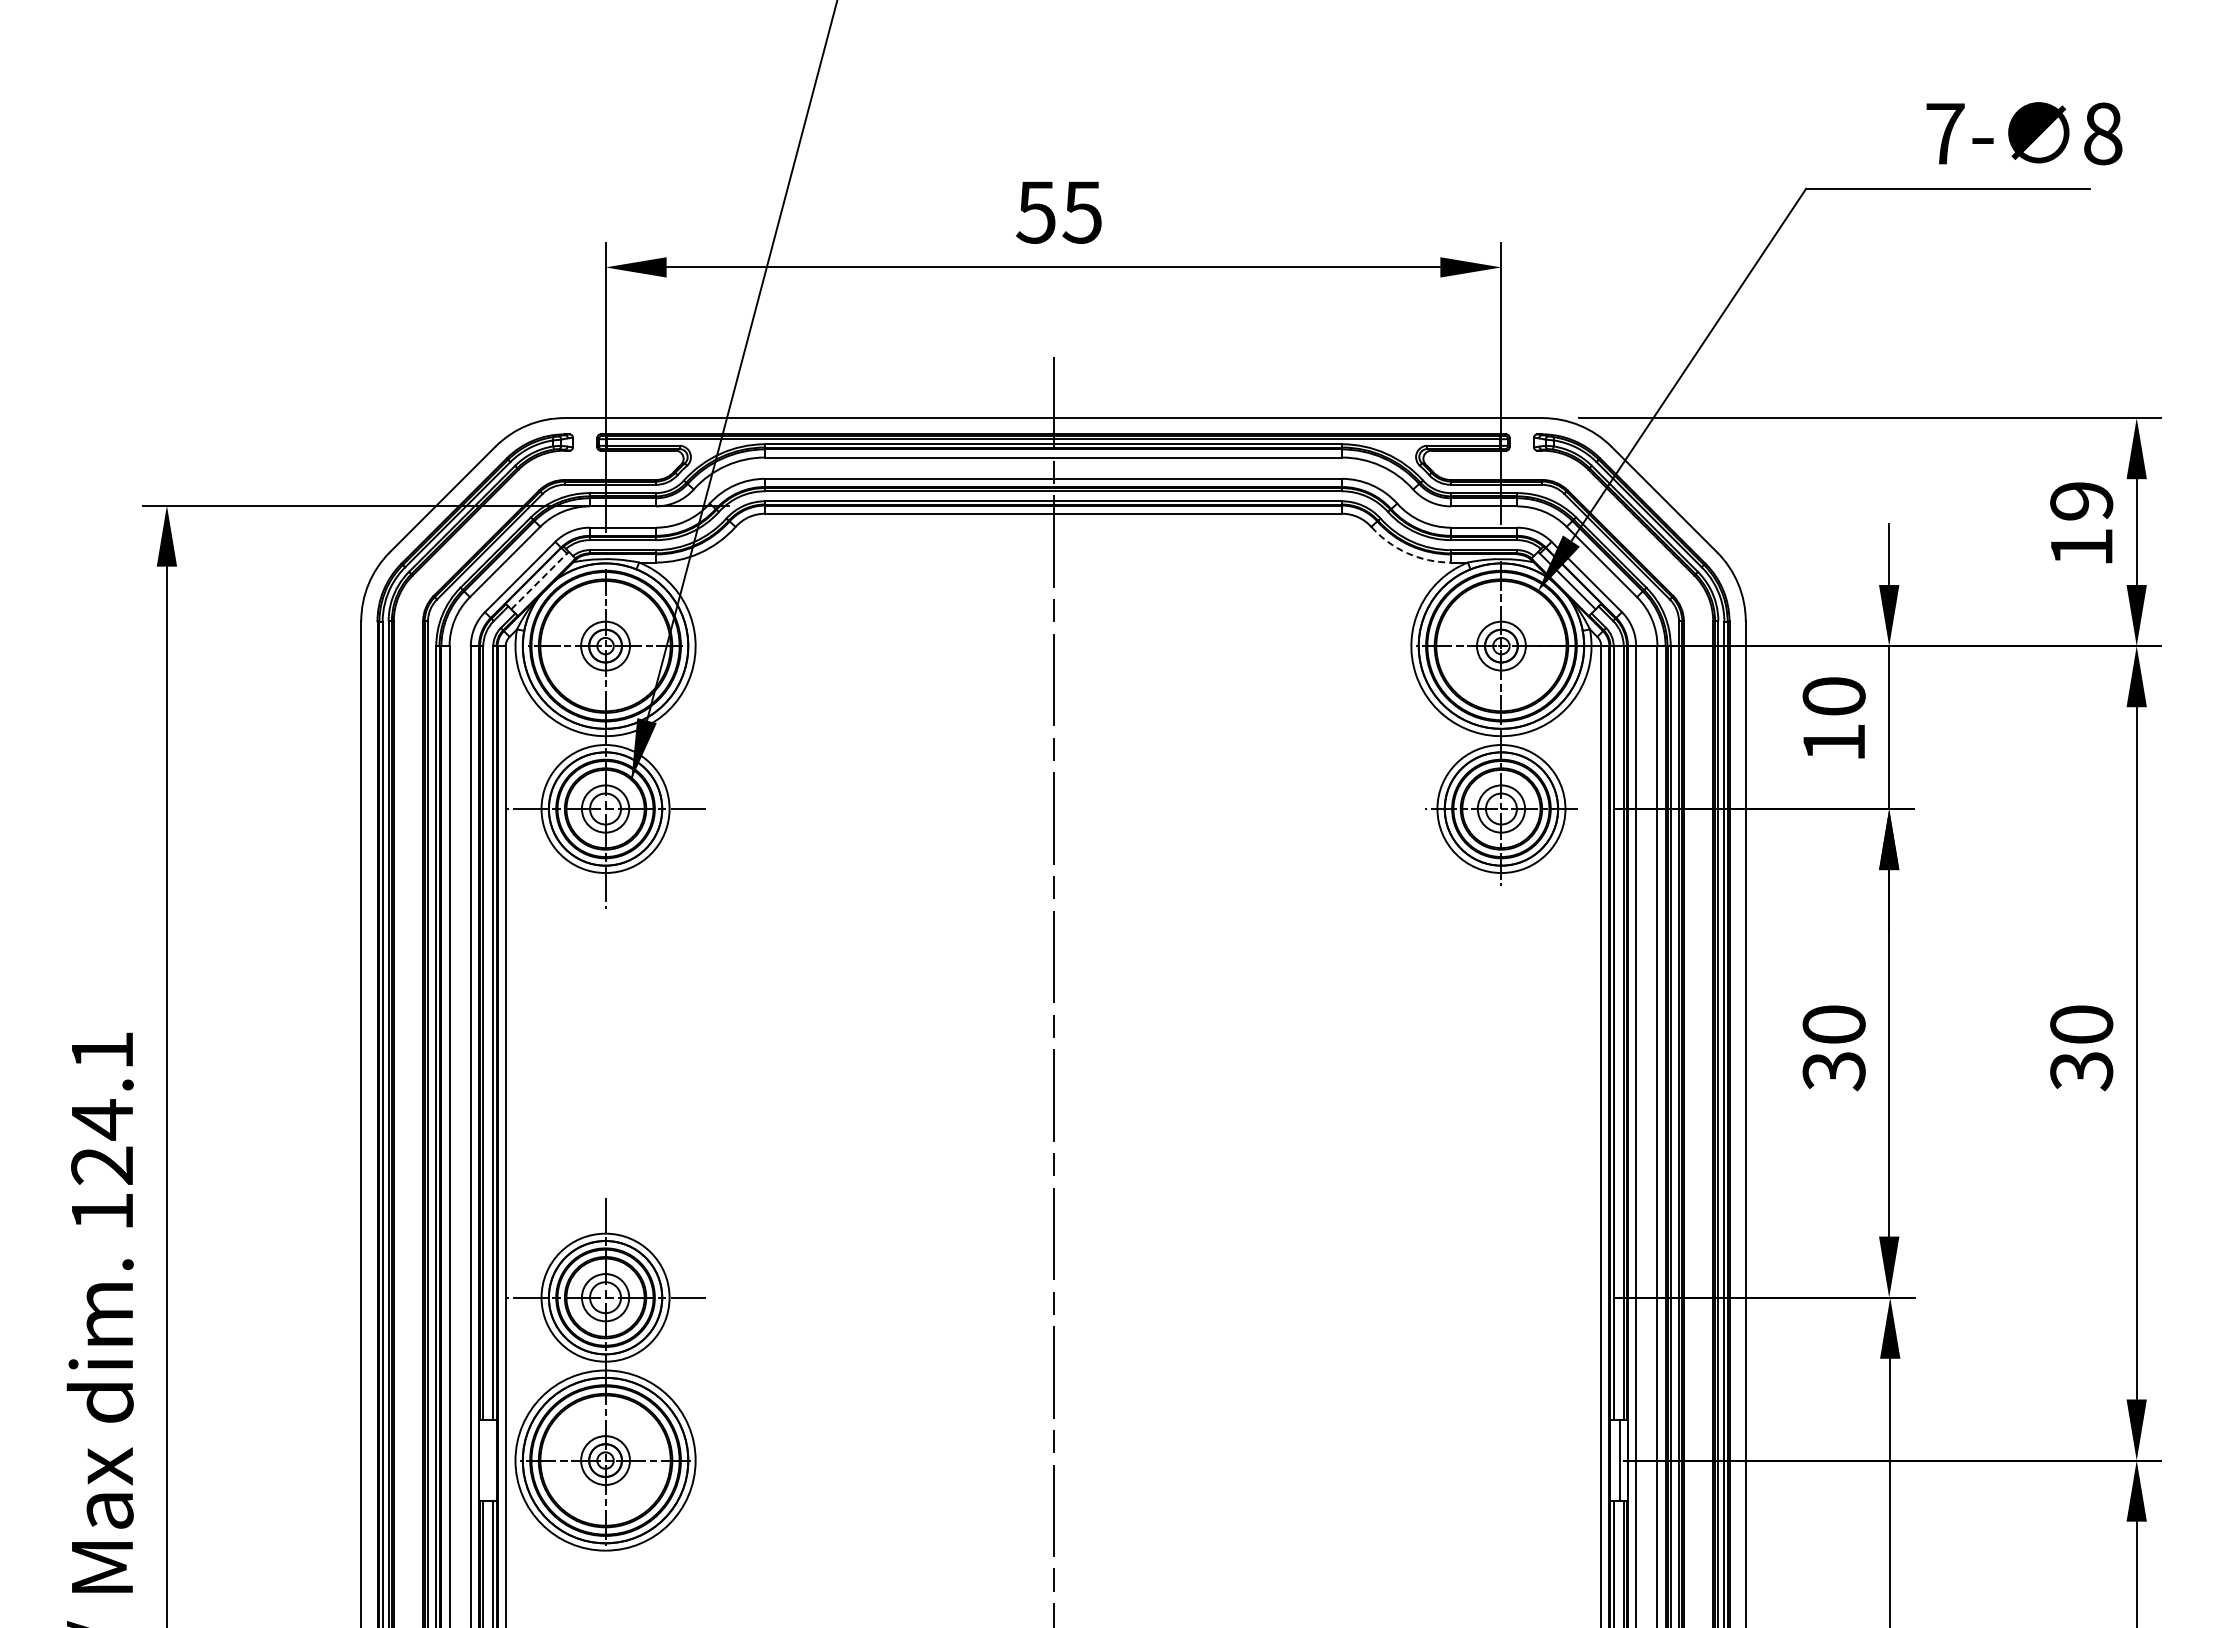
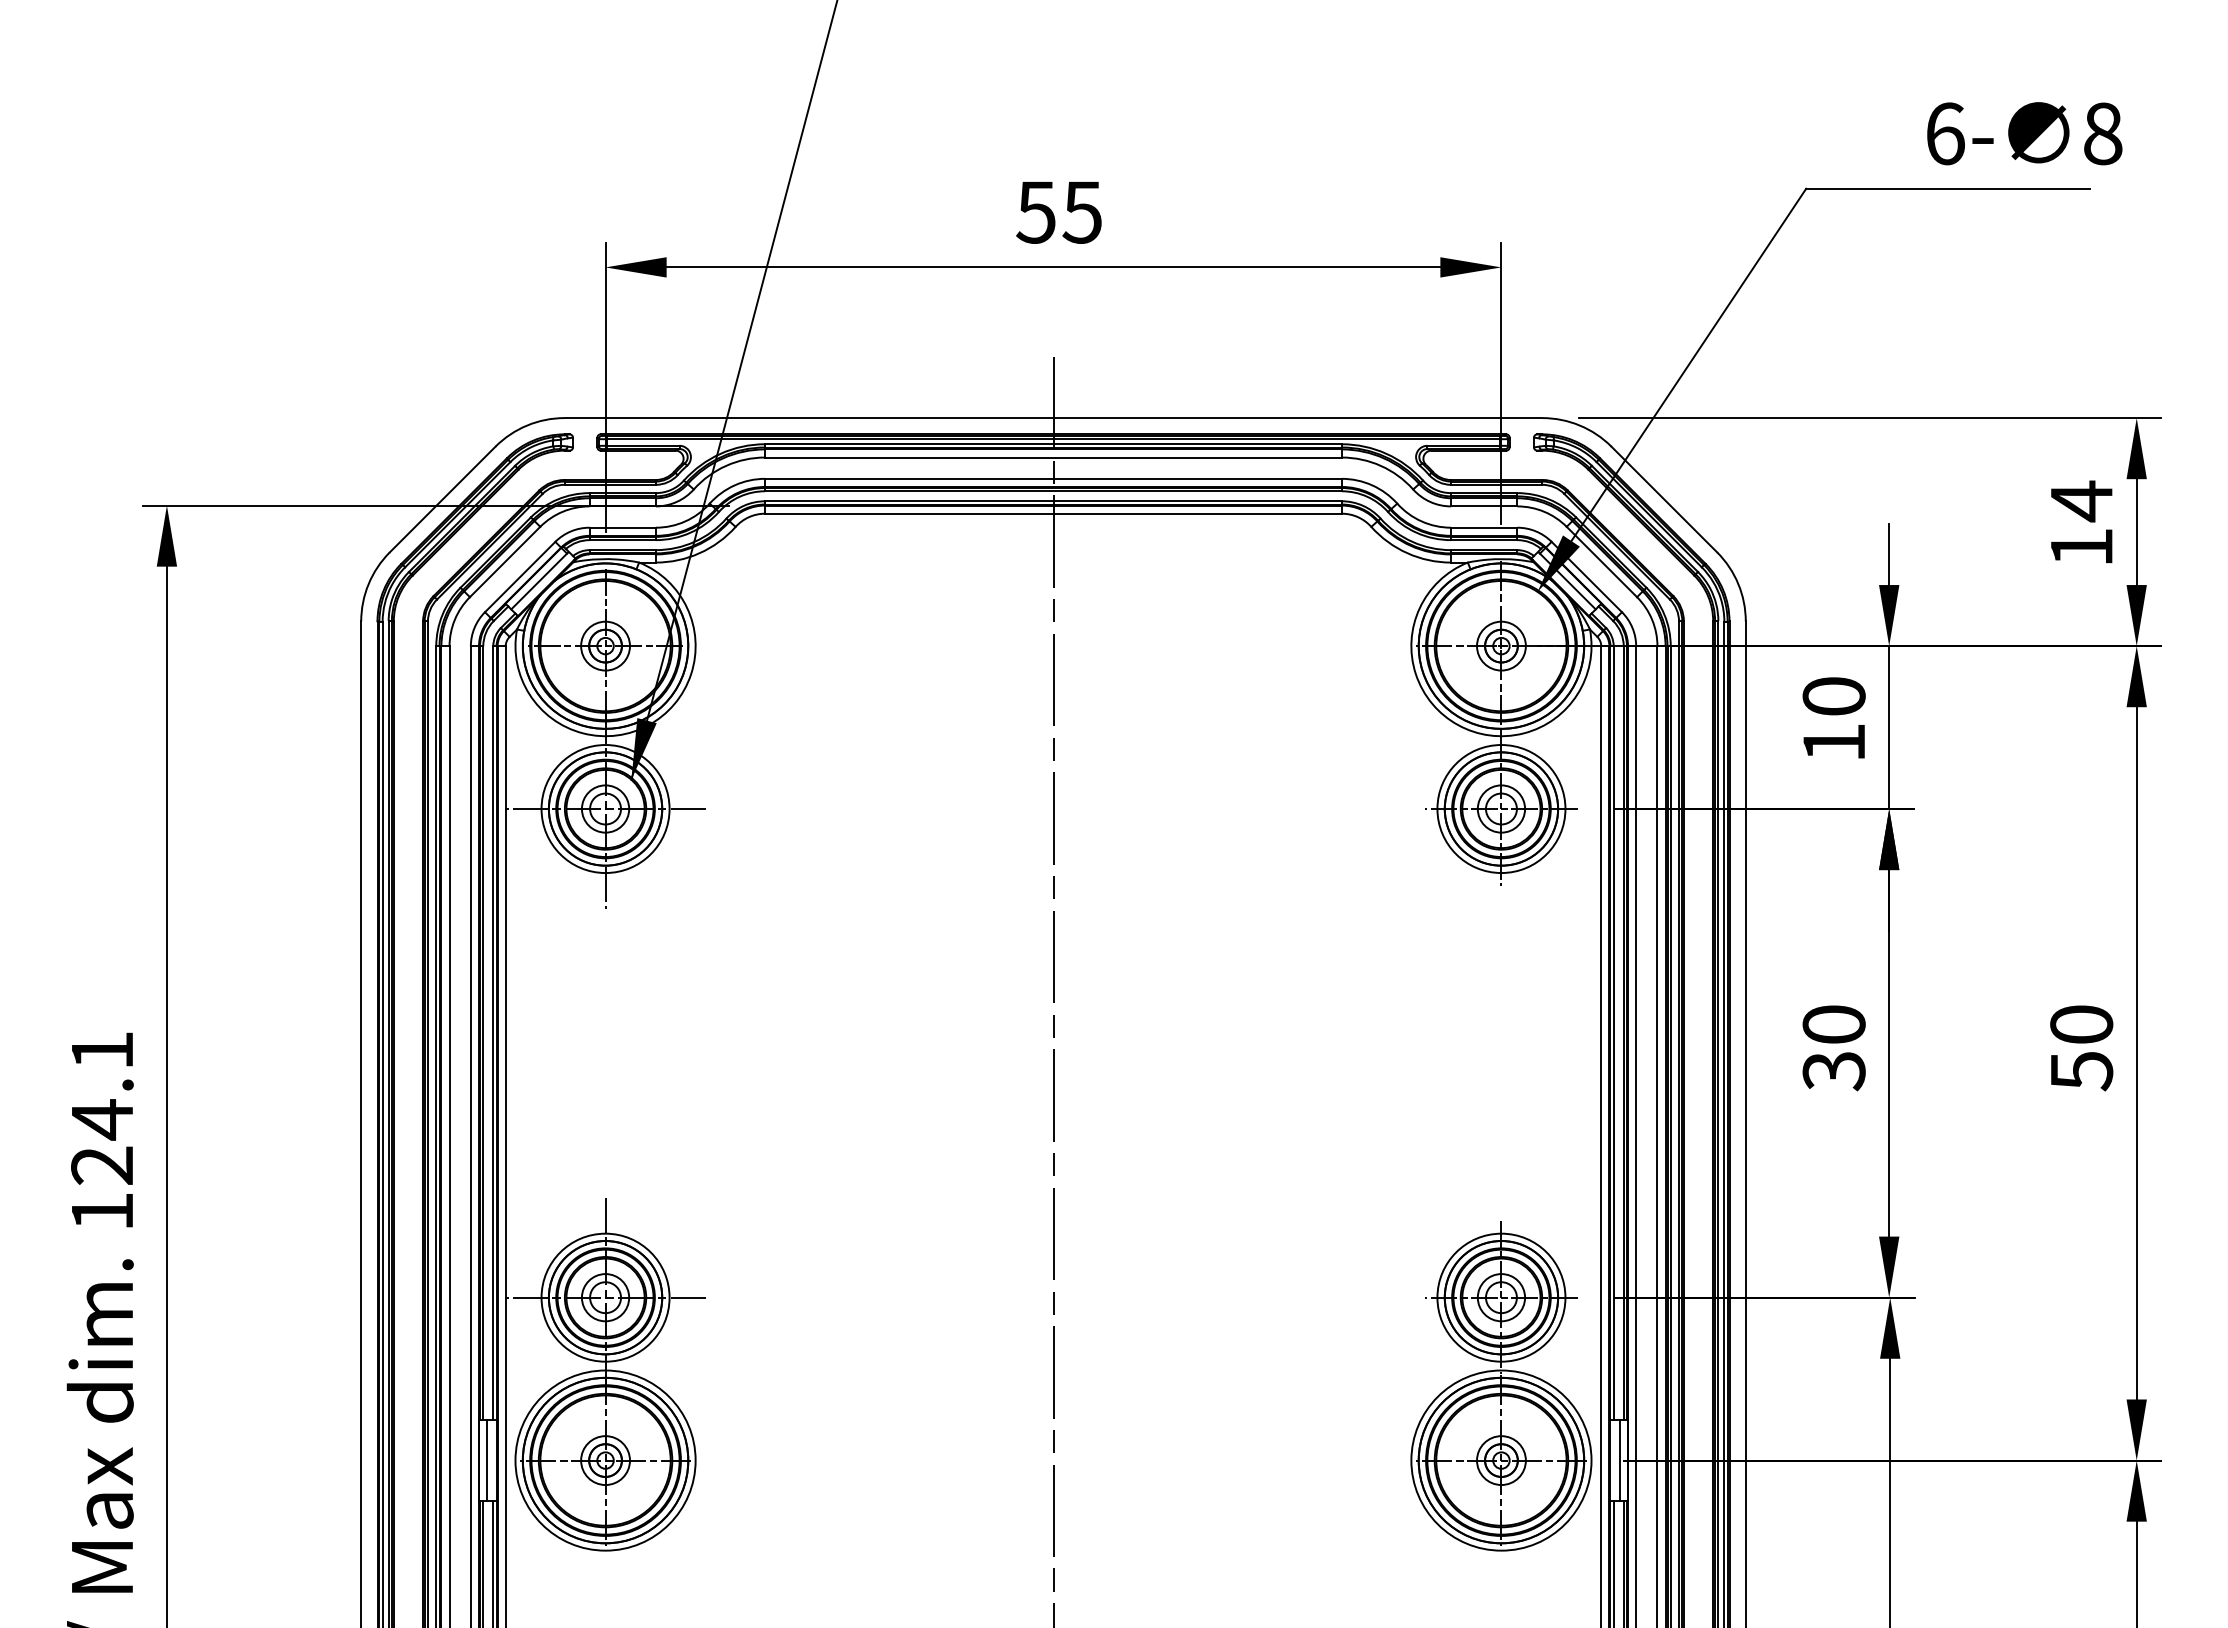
text at (1945, 133): 7- -> 6-
text at (2081, 501): 19 -> 14
arc at (1407, 553): dashed -> solid
line at (539, 581): dashed -> solid
text at (2081, 1071): 30 -> 50
part at (1501, 1386): none -> present
line at (487, 1460): none -> present
